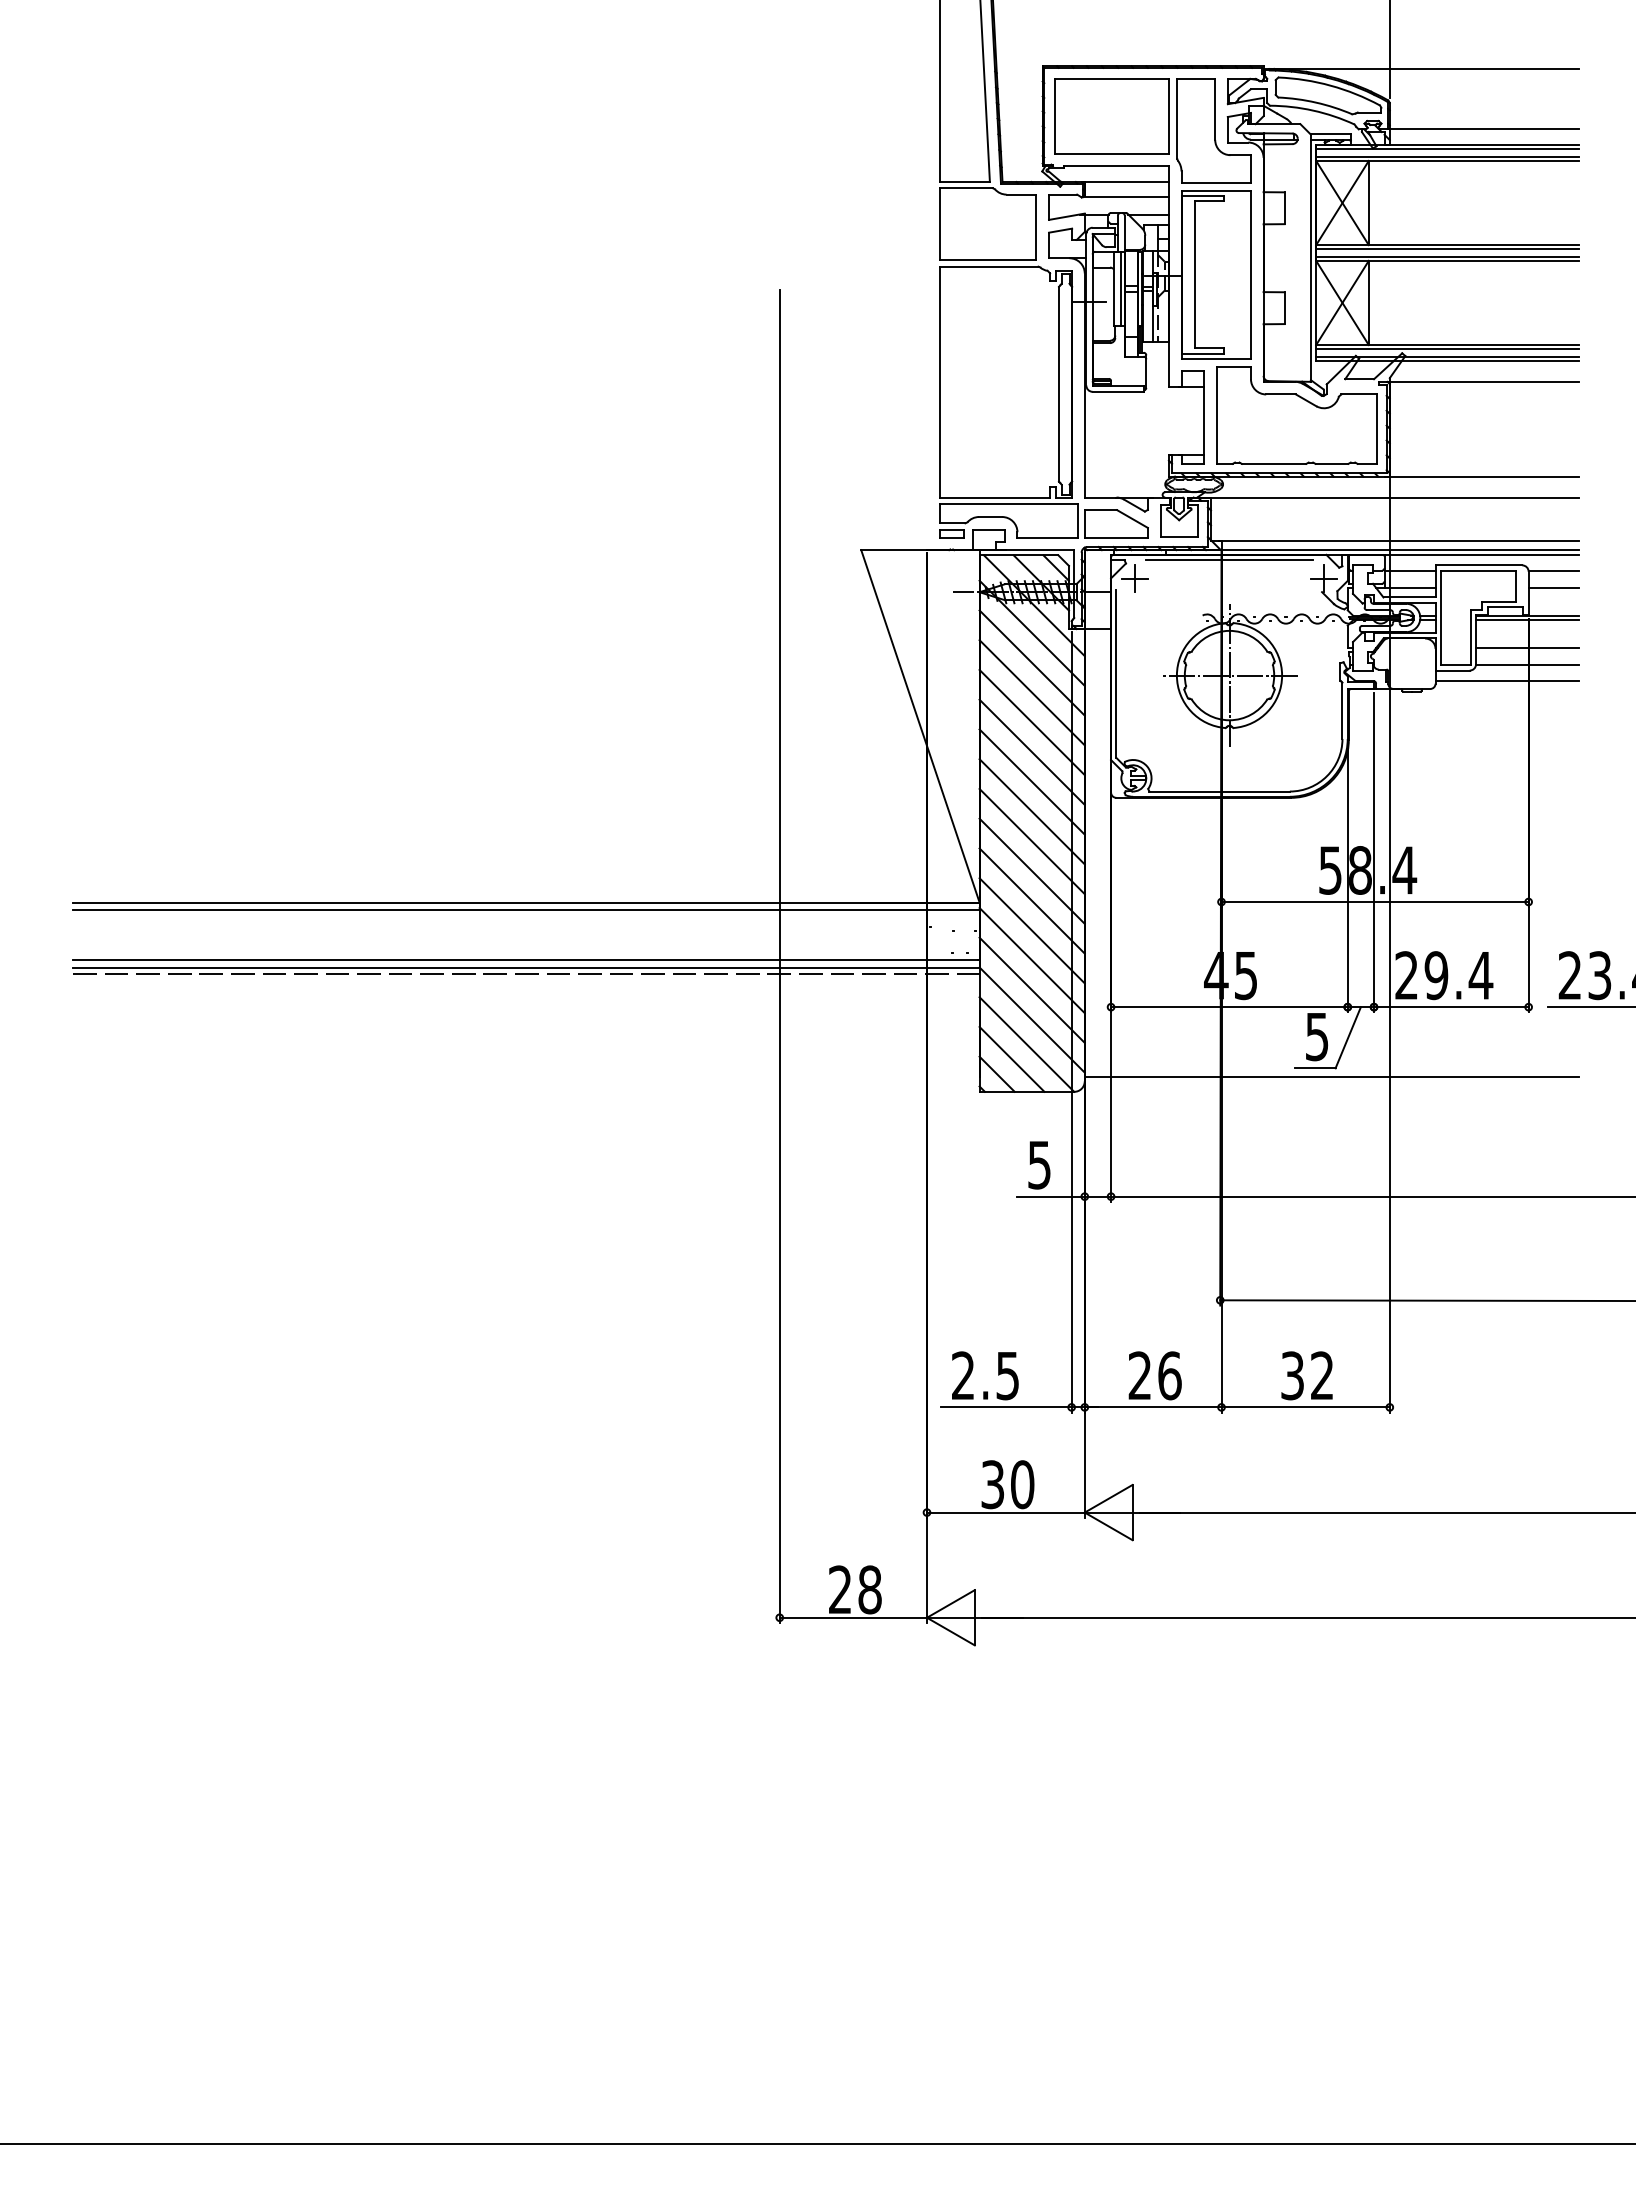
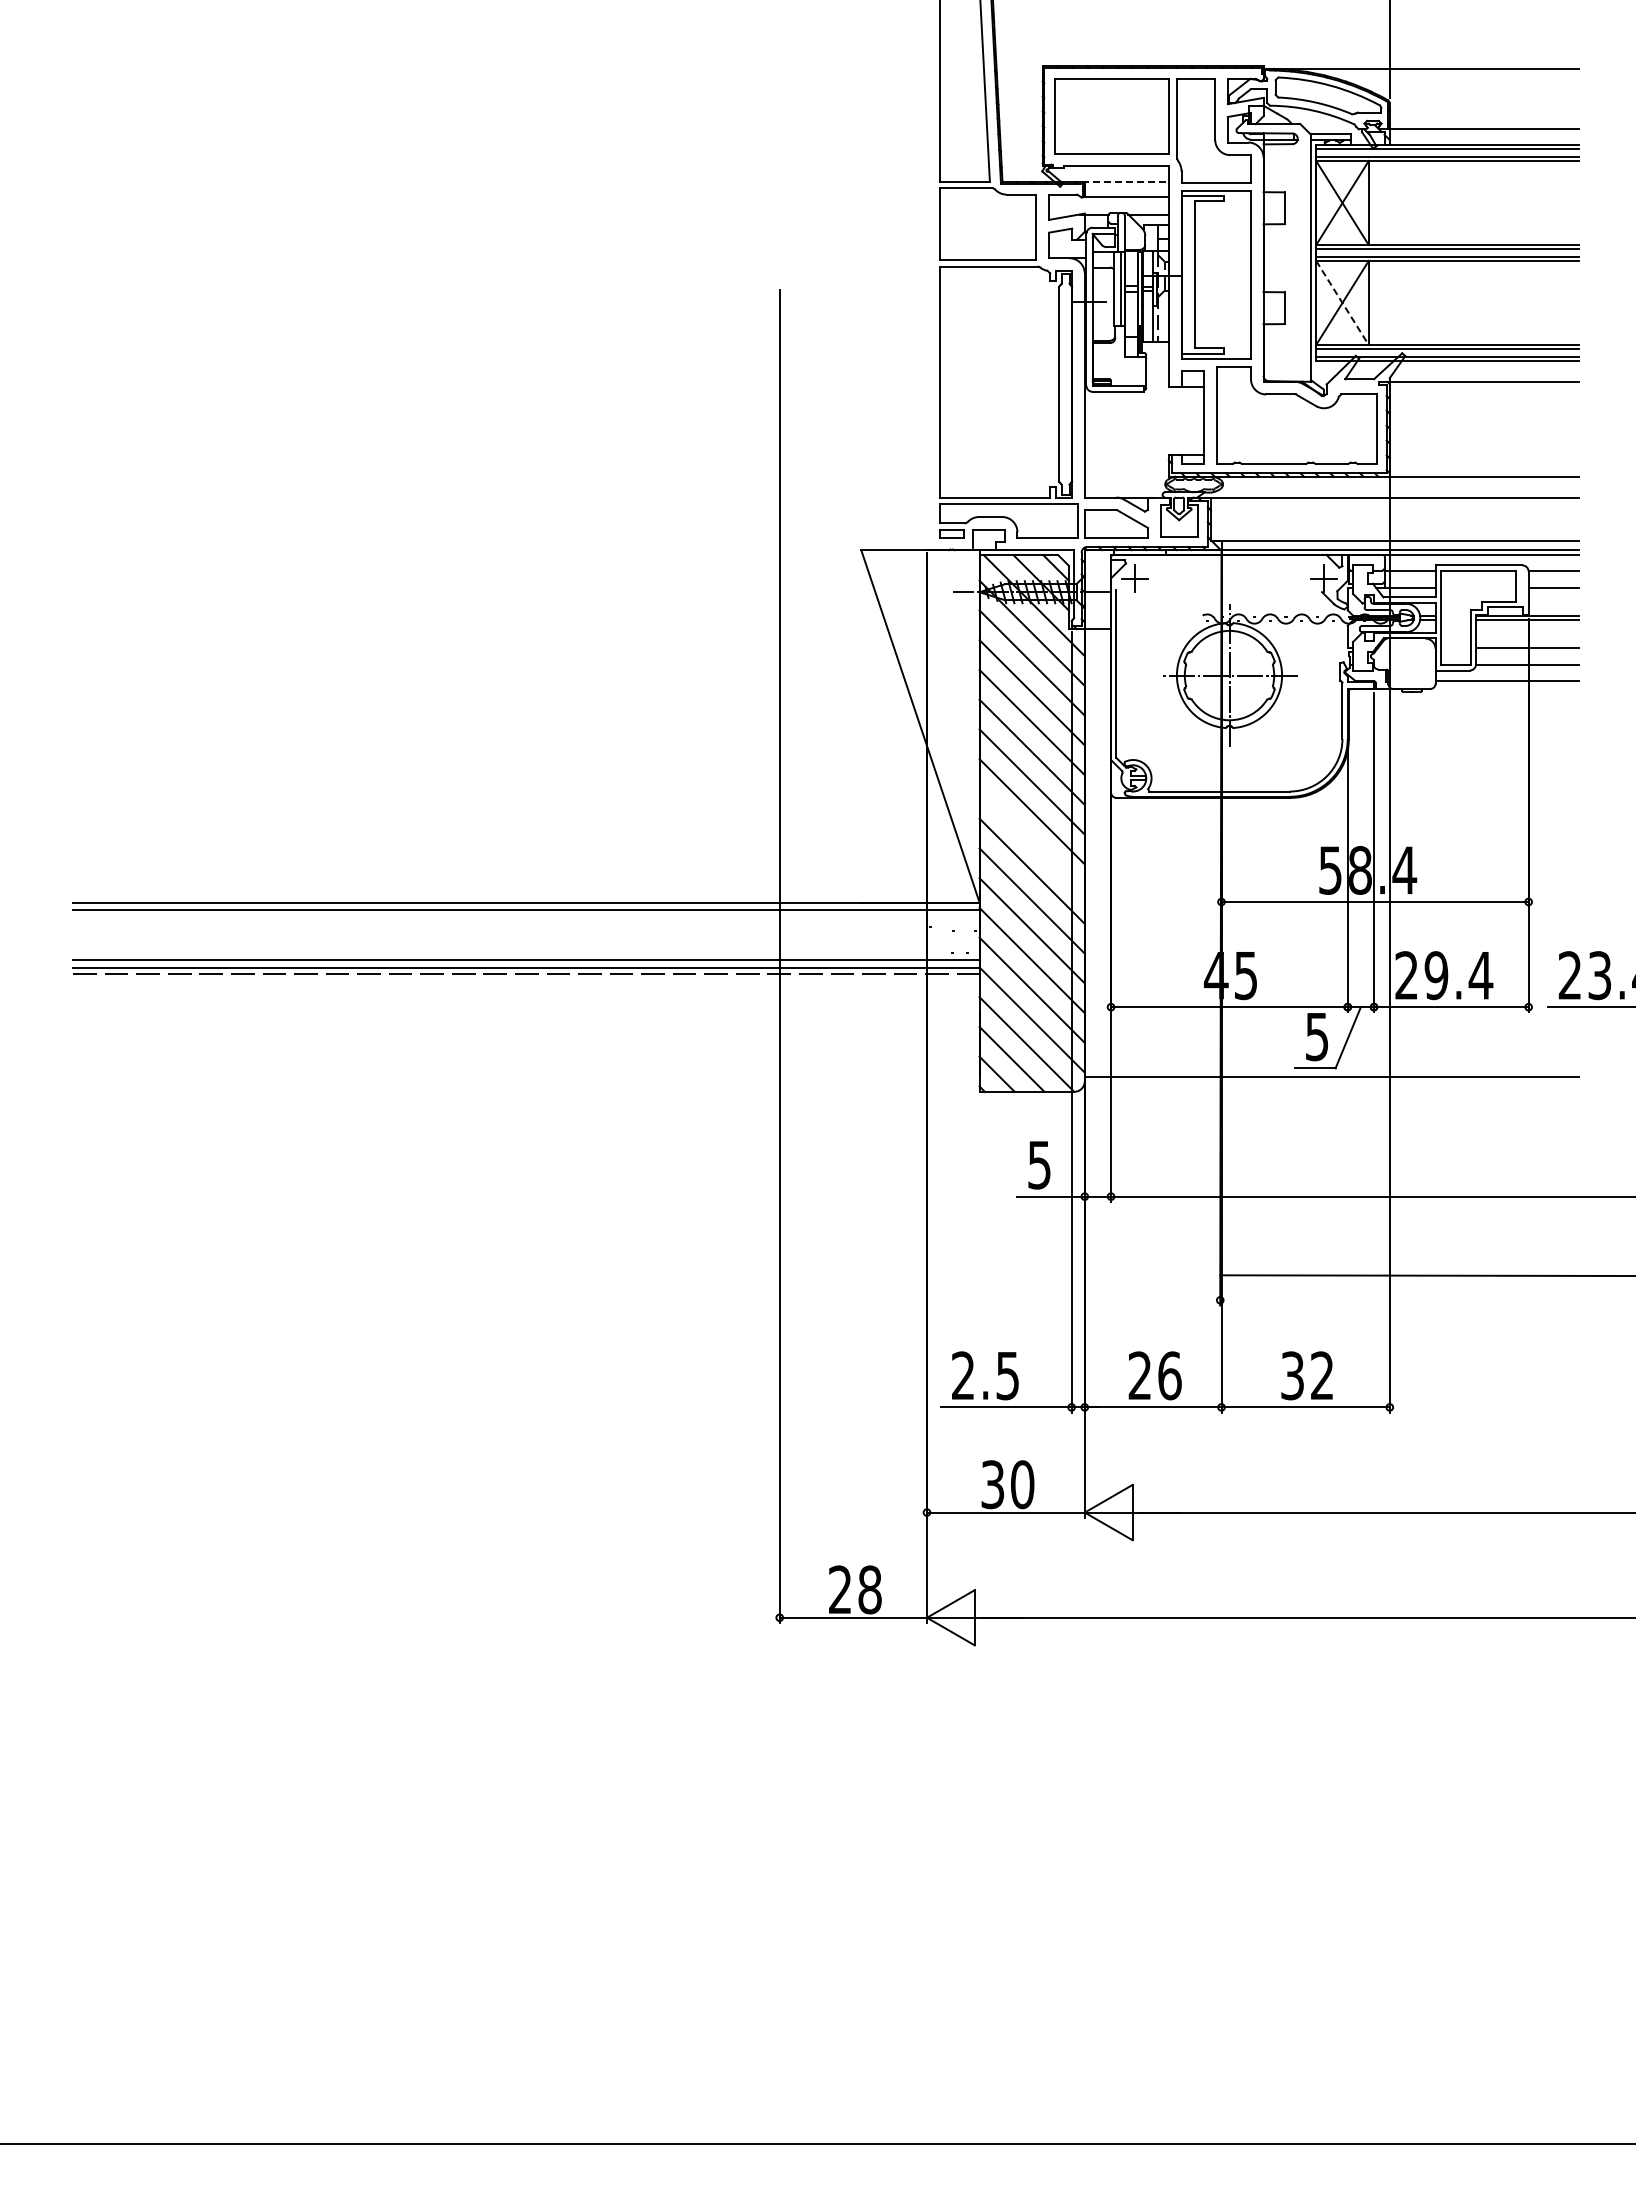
line at (1126, 182): solid -> dashed
line at (1342, 302): solid -> dashed
line at (1229, 560): present -> none
line at (1031, 841): present -> none
line at (1426, 1300) position: (1426, 1300) -> (1426, 1275)
